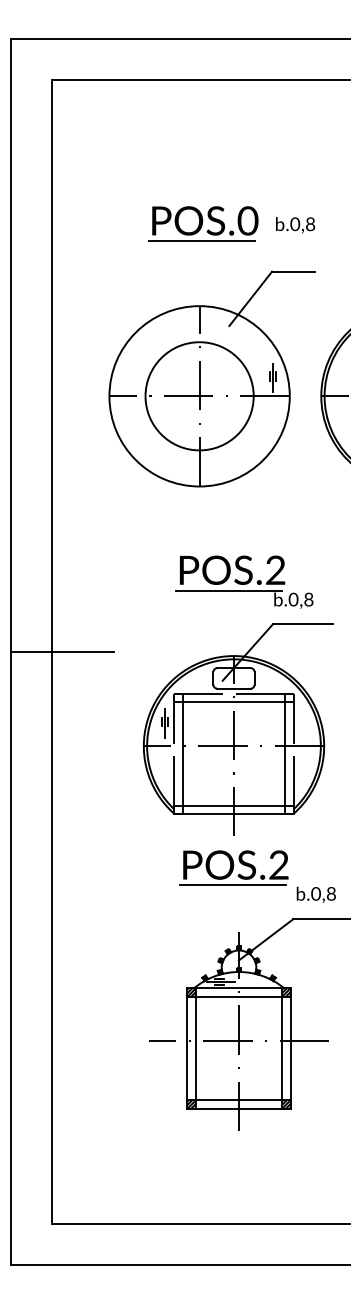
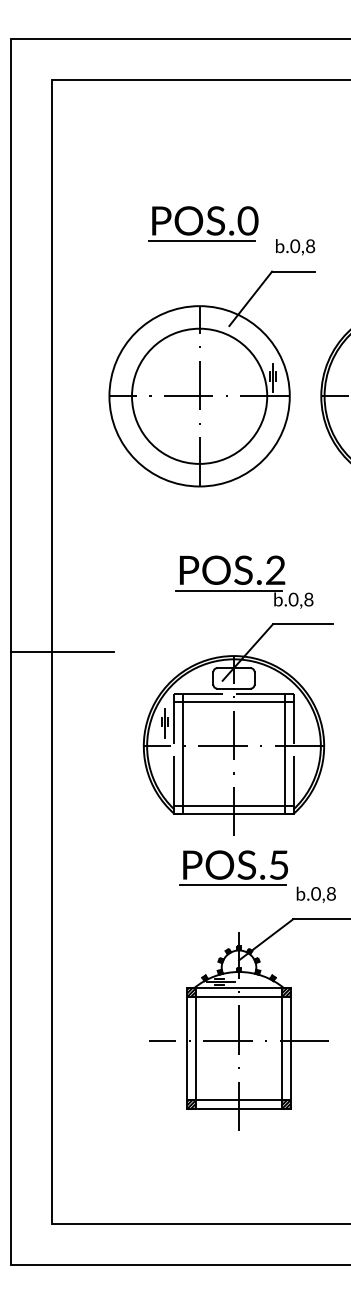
text at (295, 225) position: (295, 225) -> (295, 247)
circle at (199, 396) diameter: 108 px -> 135 px
text at (278, 864): POS.2 -> POS.5
